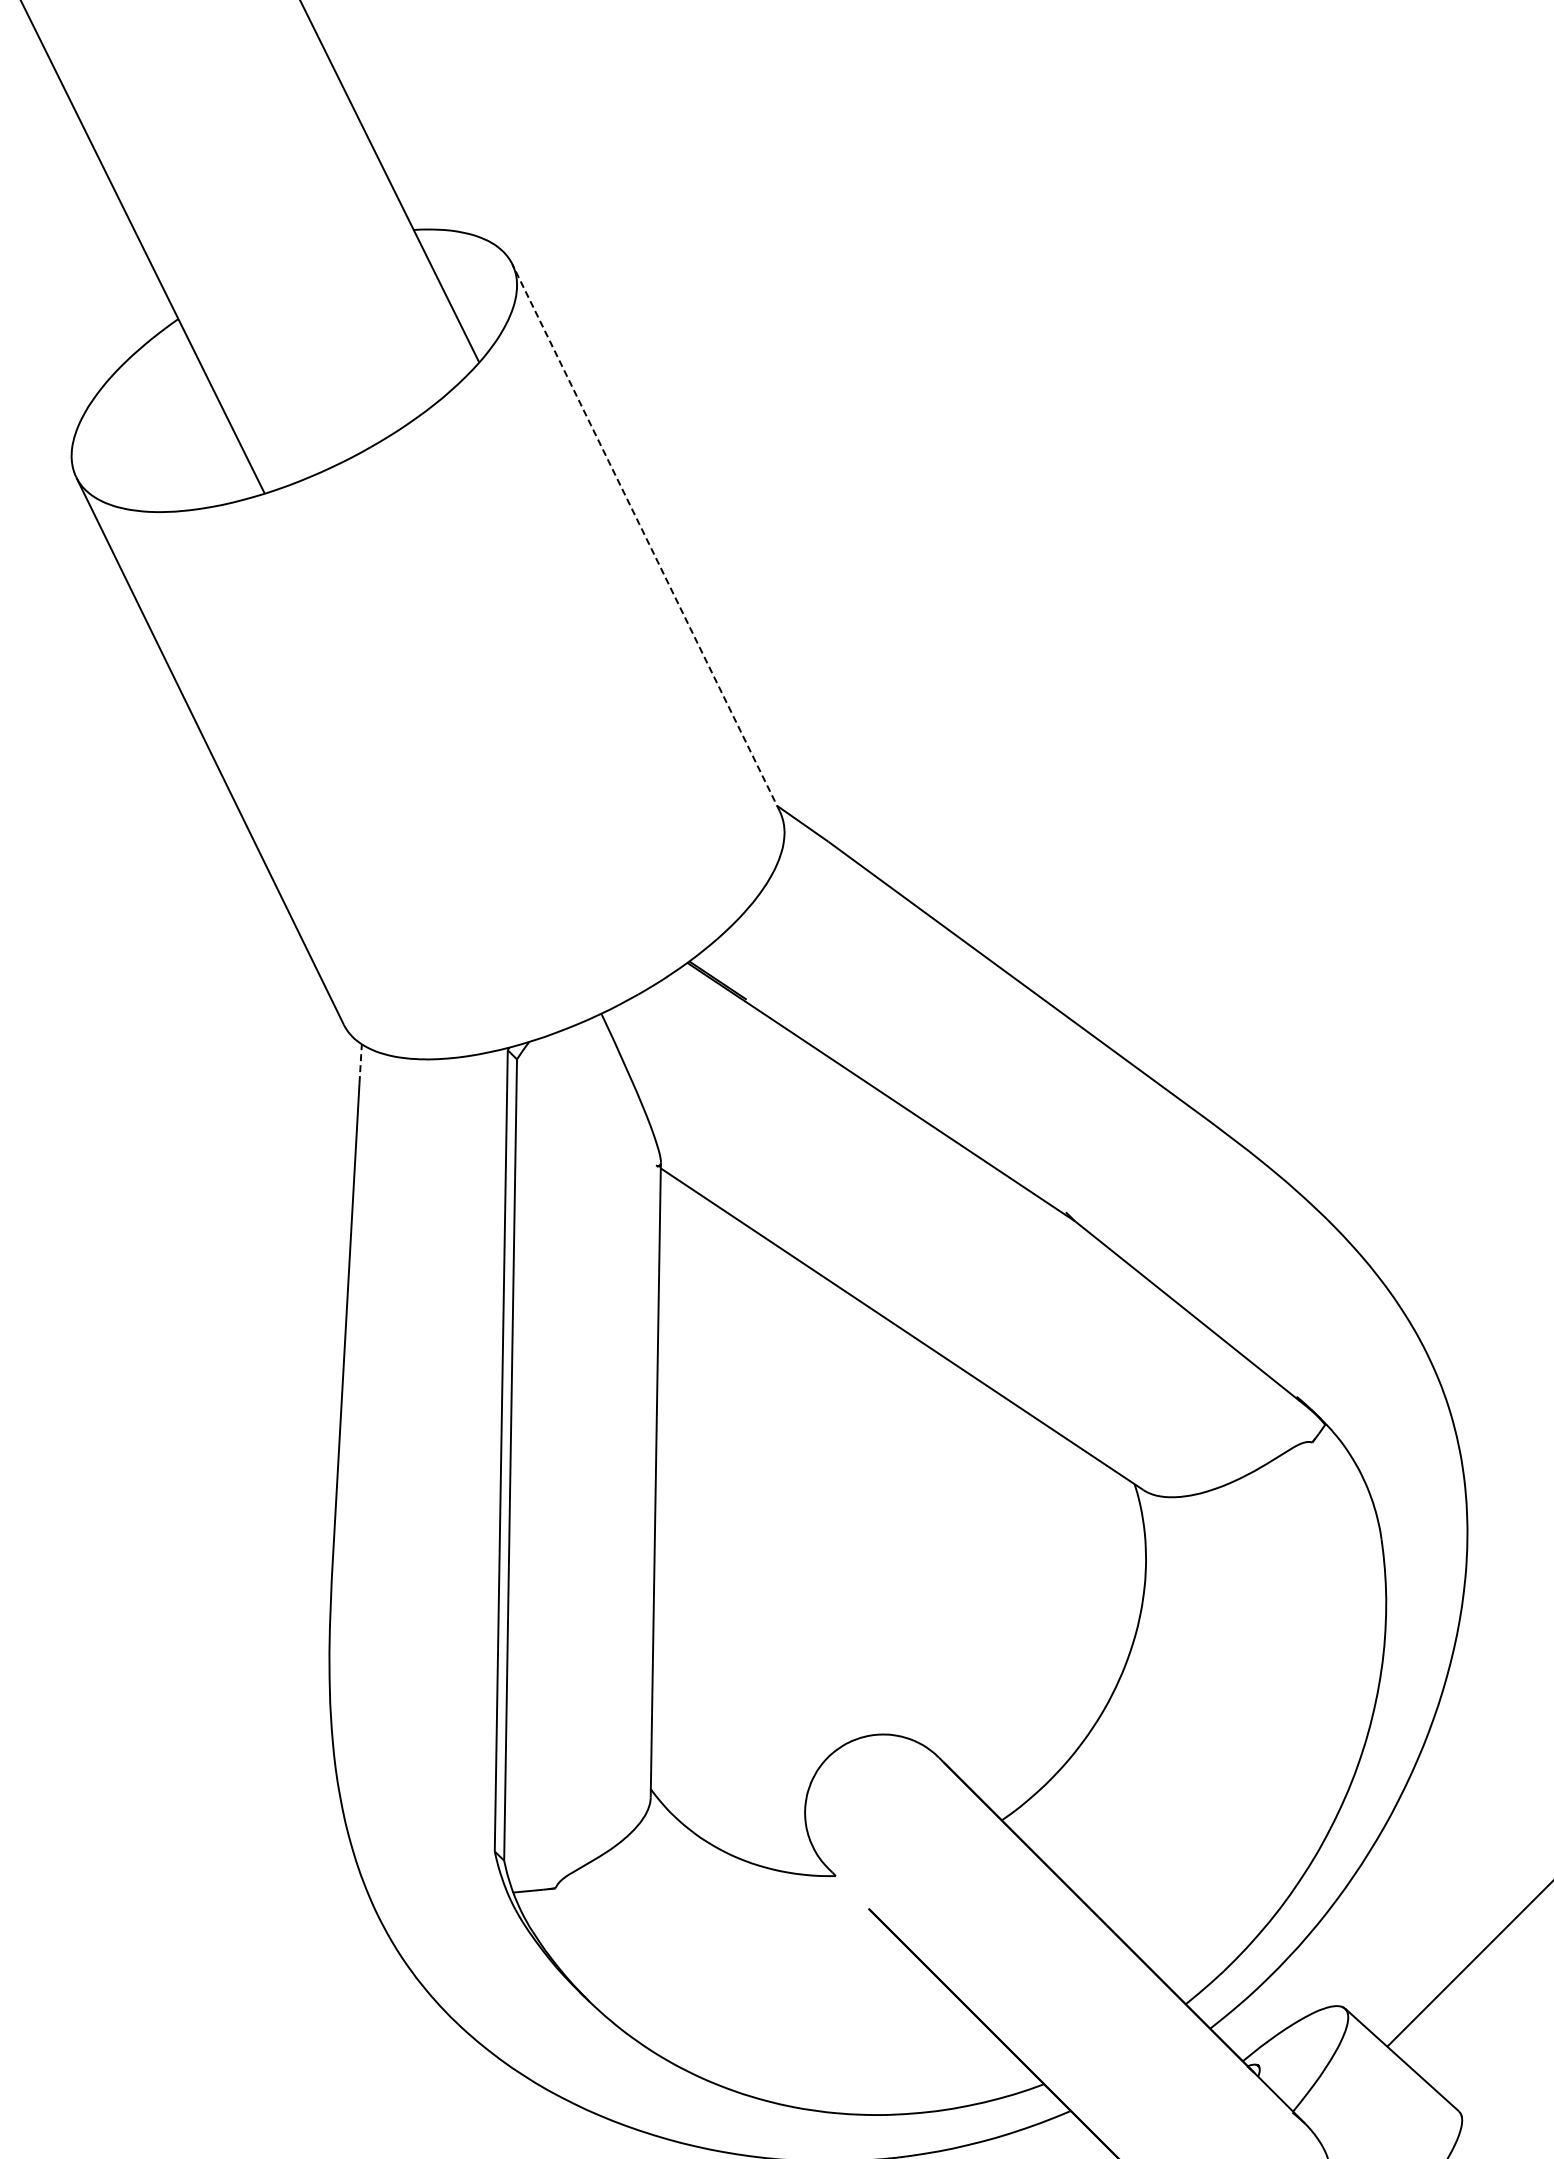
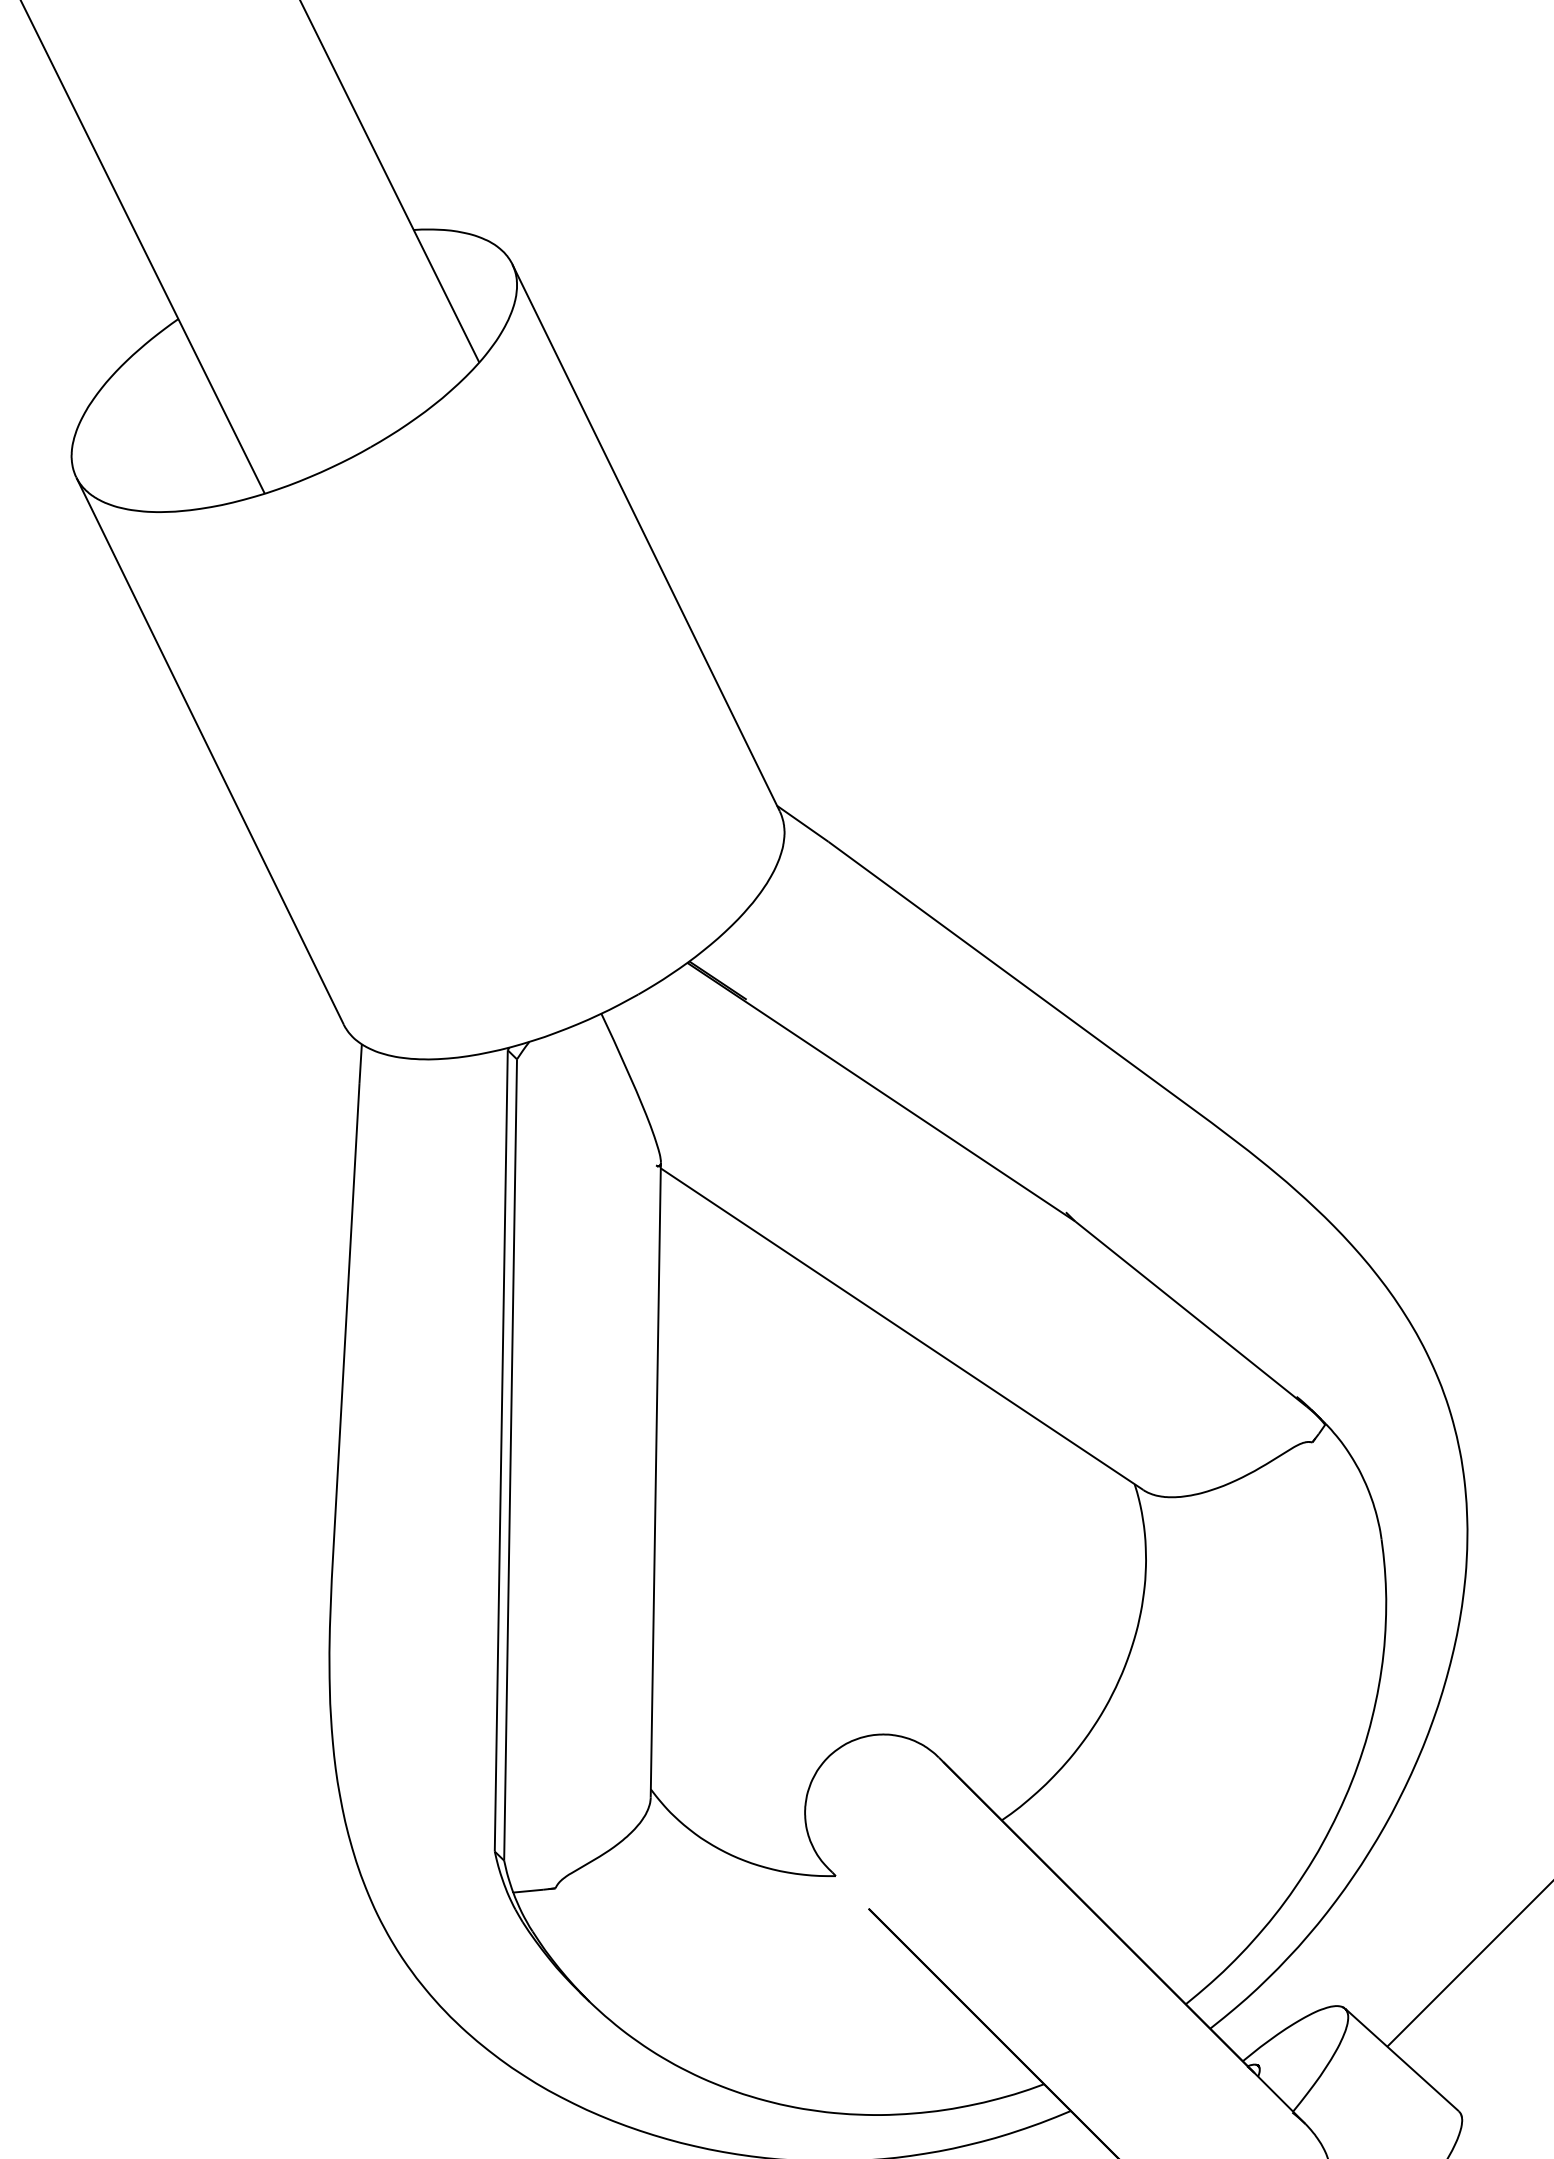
line at (646, 537): dashed -> solid
line at (360, 1063): dashed -> solid
